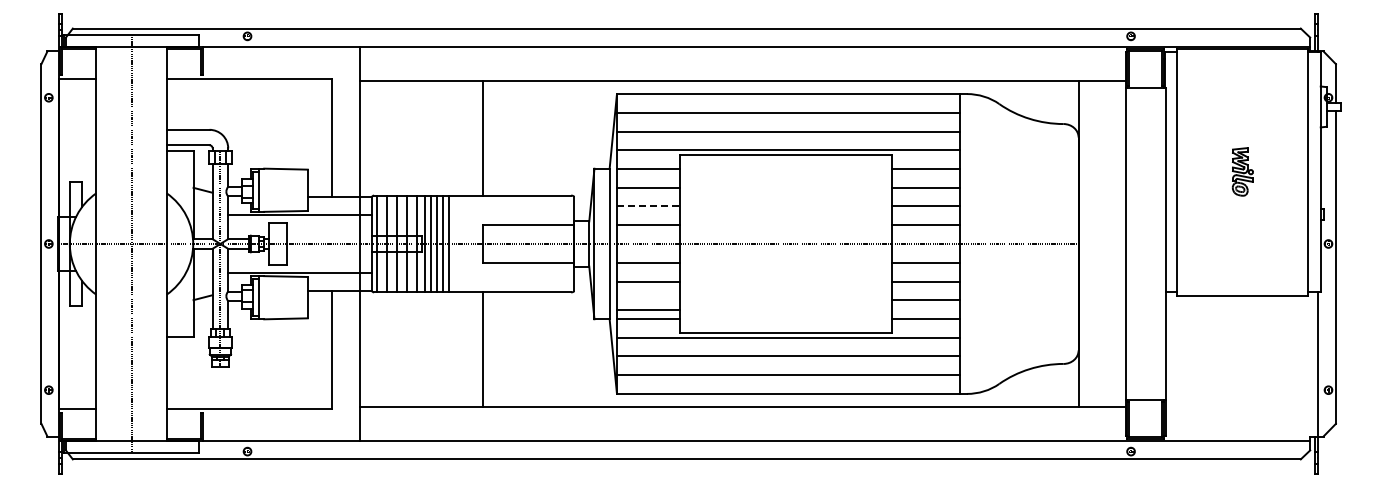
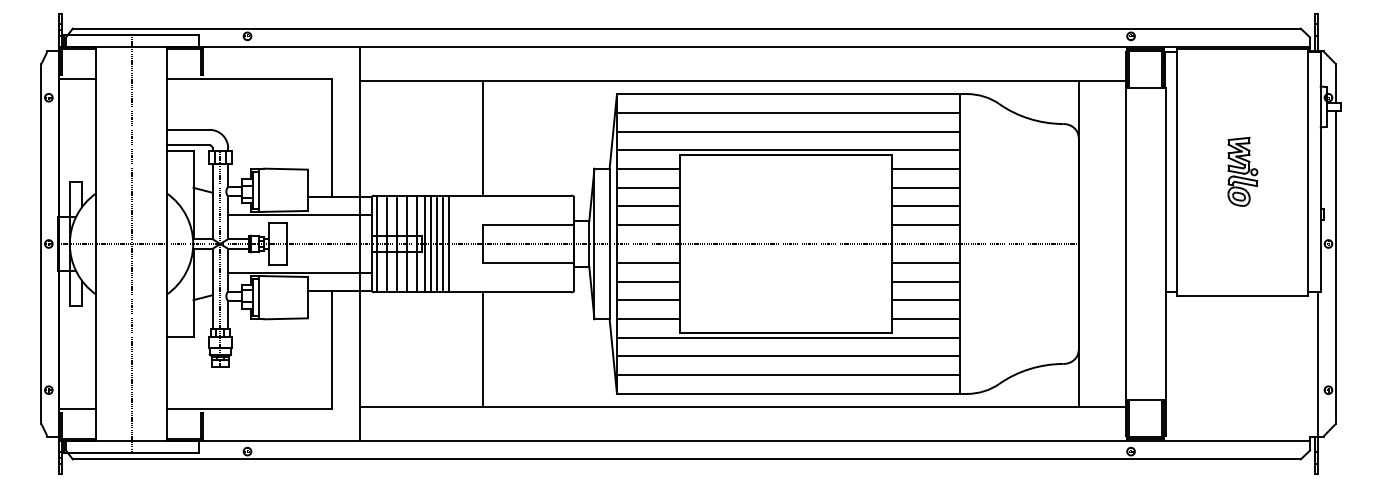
part at (1242, 171) size: 23x50 px -> 32x70 px
line at (648, 206): dashed -> solid
line at (648, 310) position: (648, 310) -> (648, 300)
